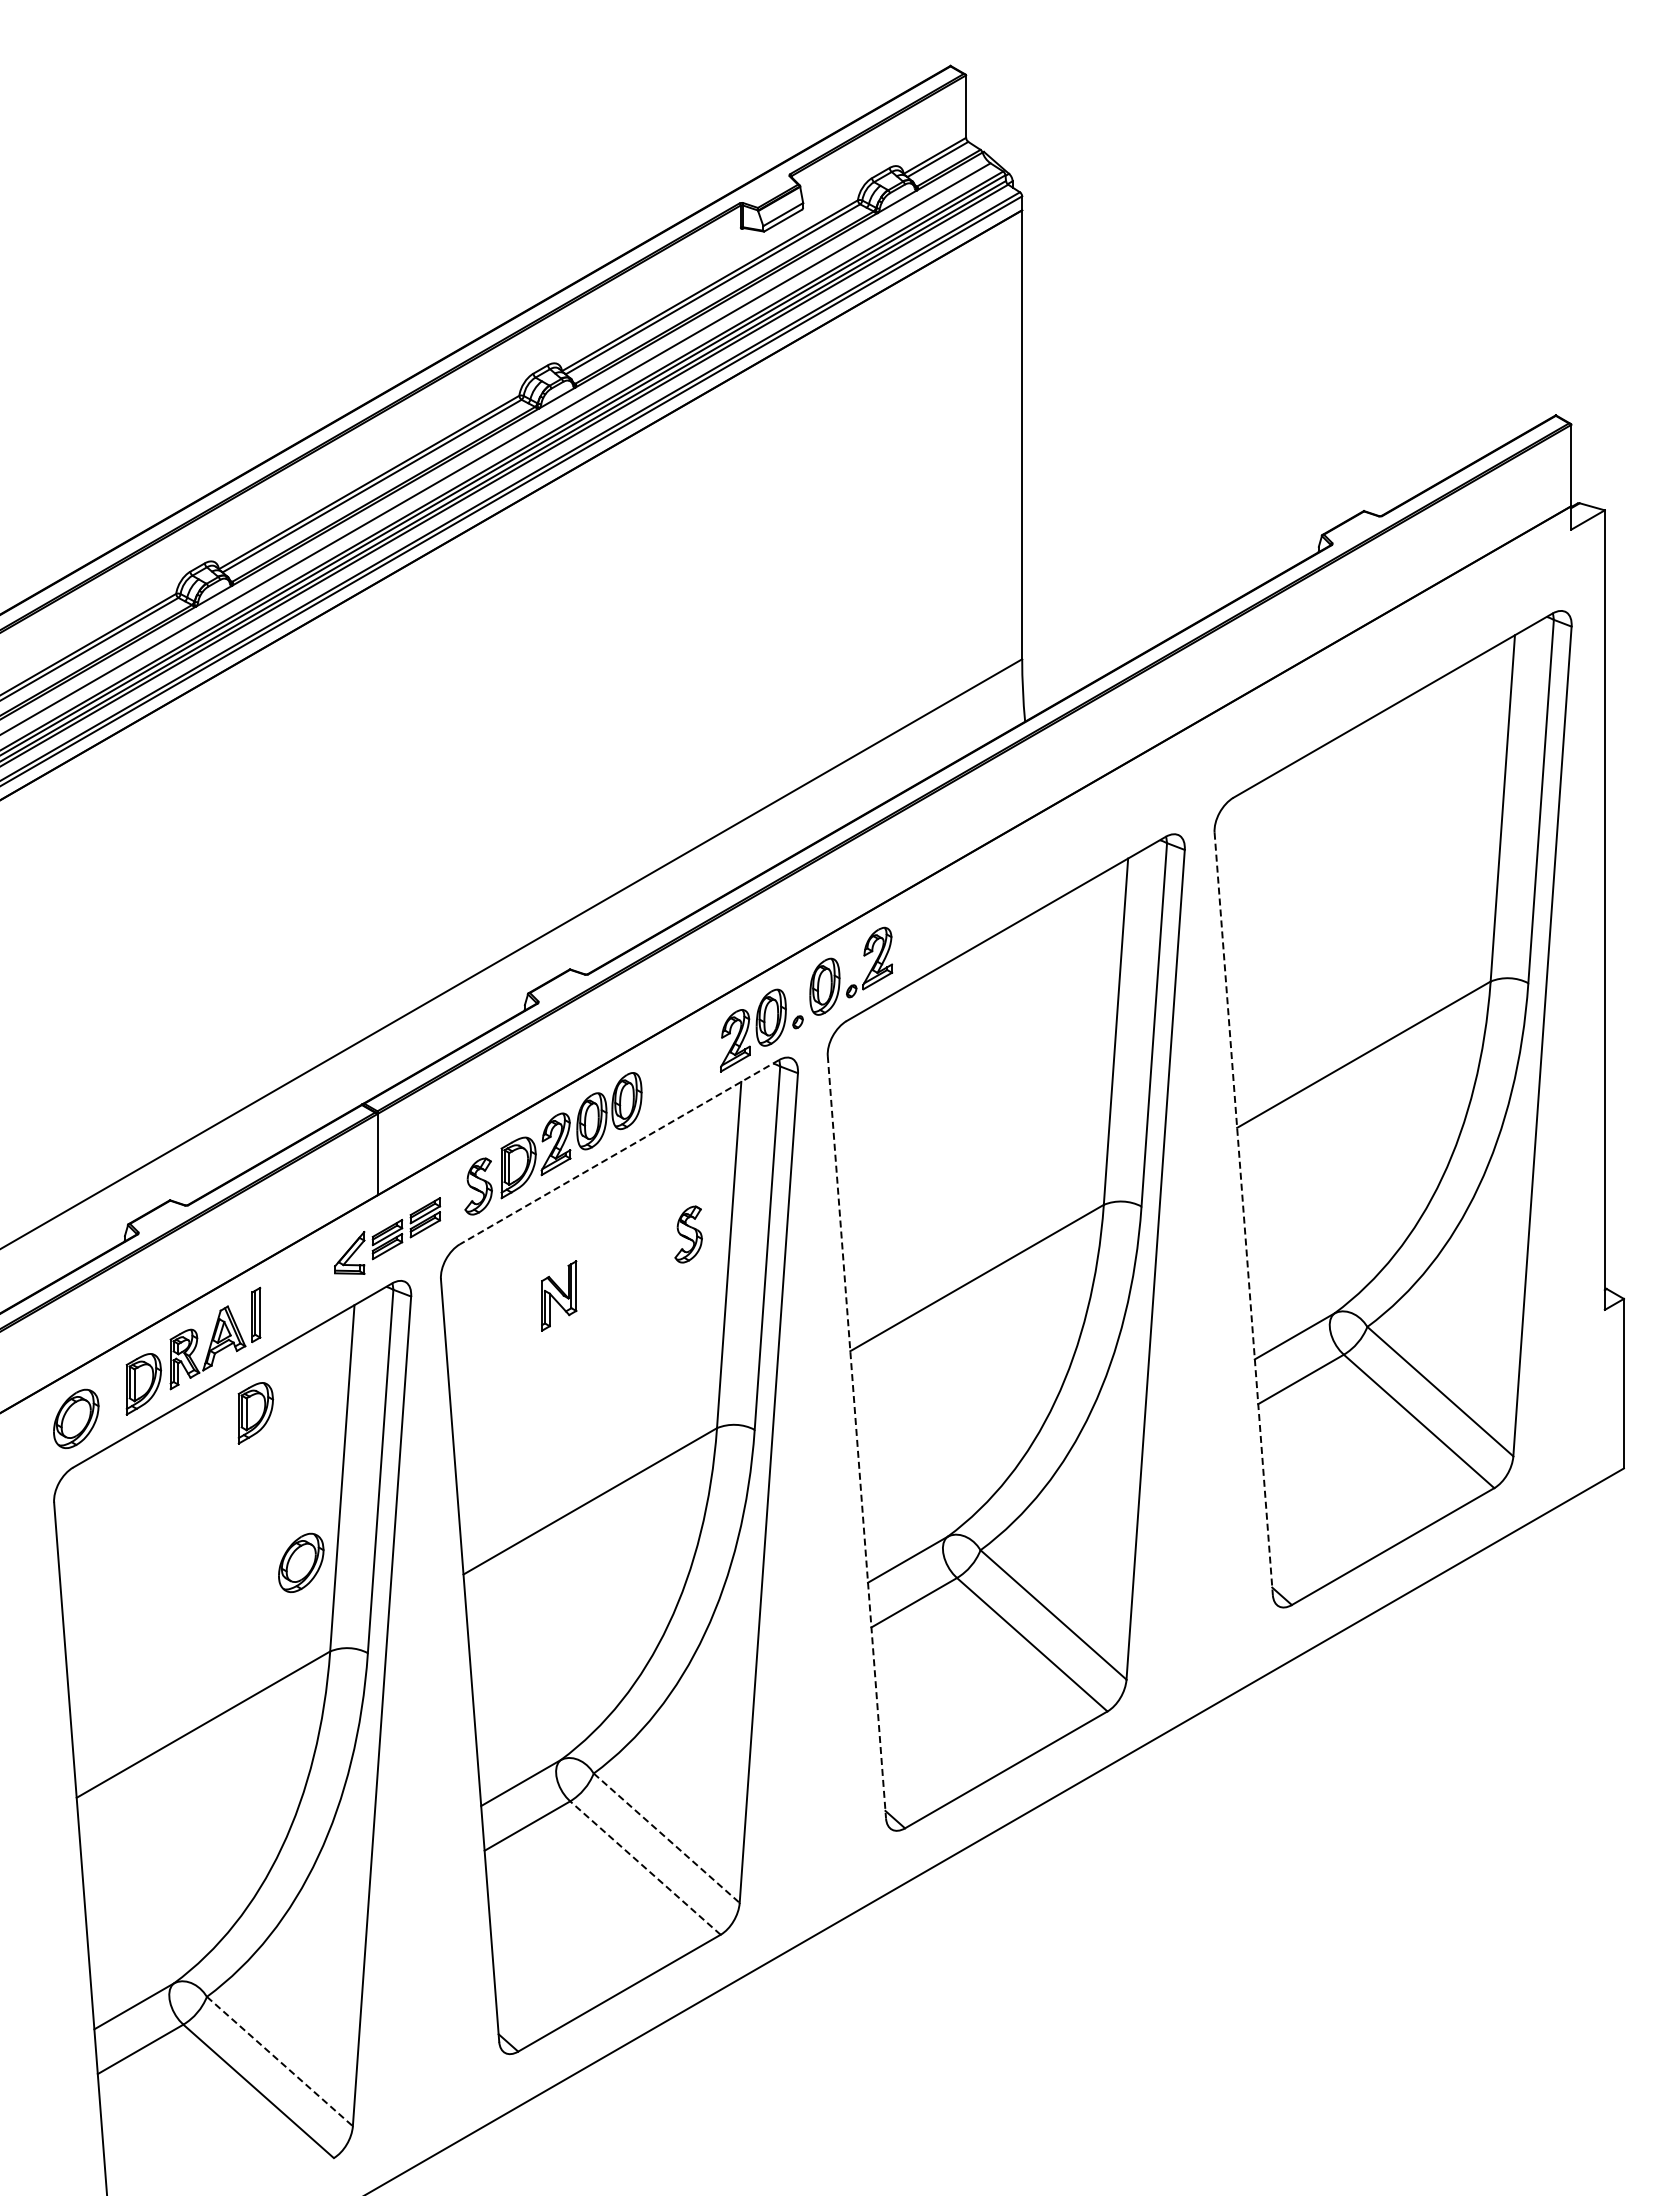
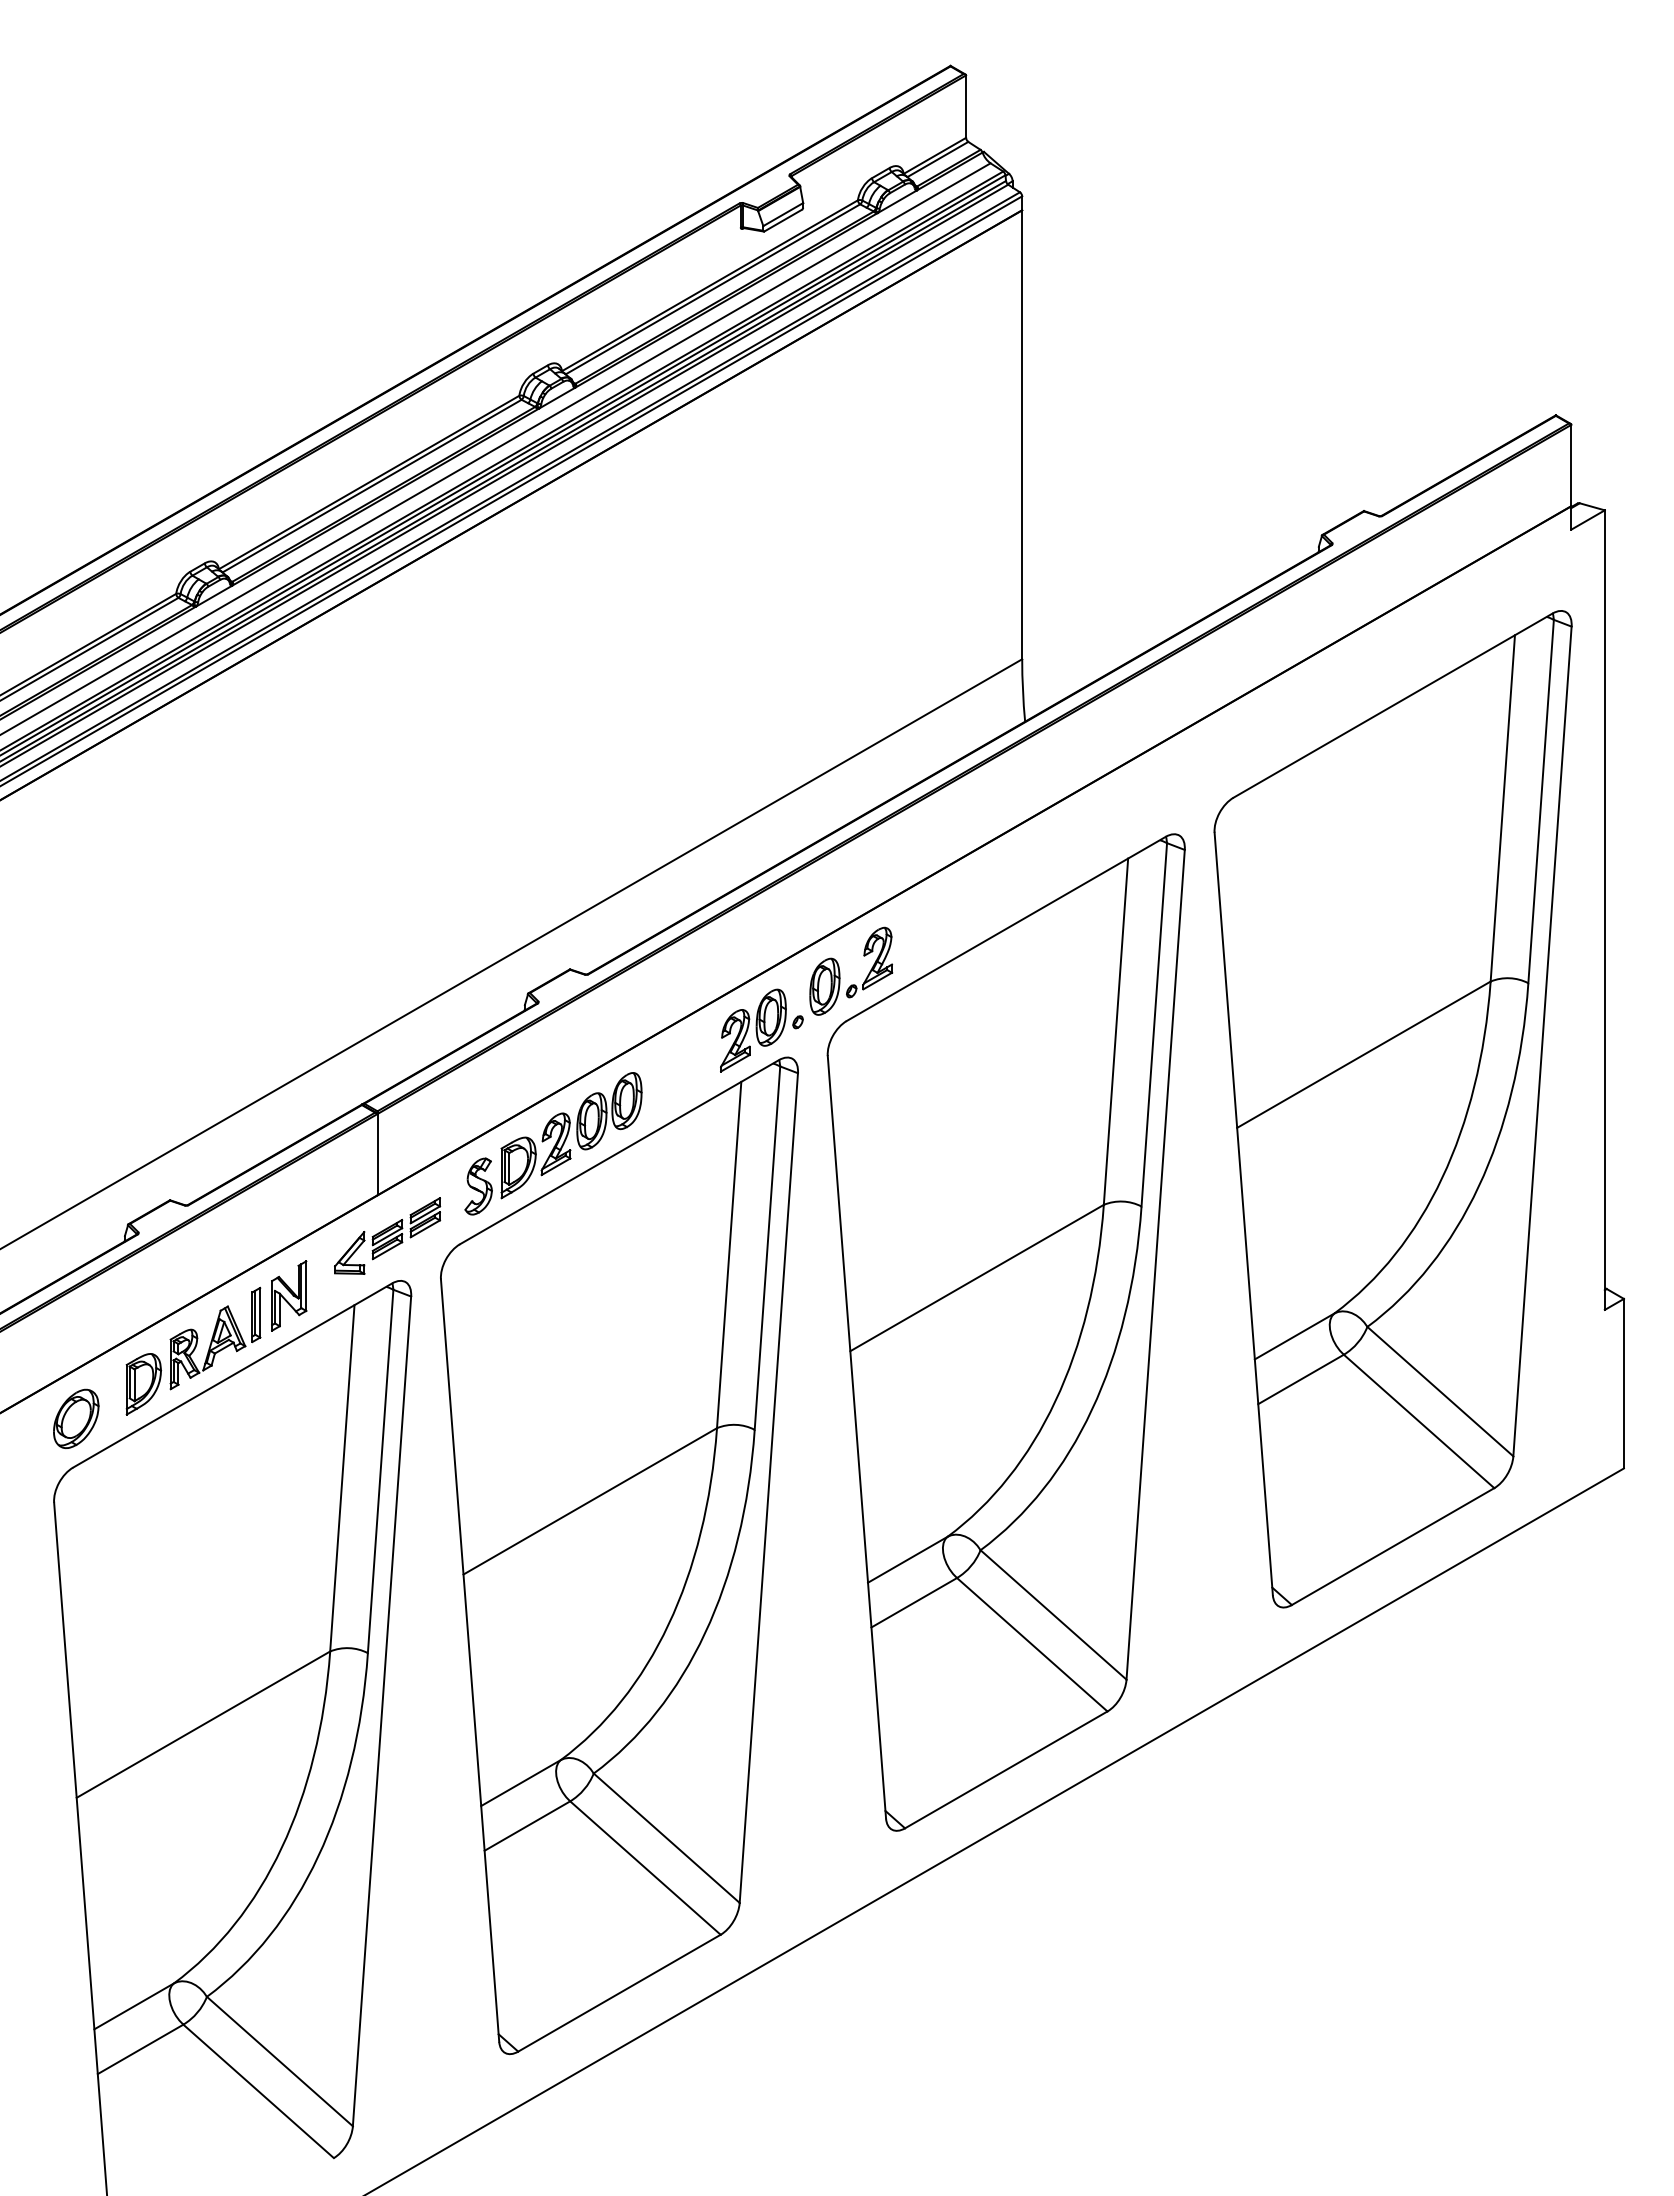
line at (619, 1152): dashed -> solid
line at (1243, 1214): dashed -> solid
part at (688, 1234): present -> none
part at (559, 1295) position: (559, 1295) -> (289, 1295)
part at (255, 1413): present -> none
line at (856, 1437): dashed -> solid
part at (301, 1562): present -> none
line at (666, 1838): dashed -> solid
line at (645, 1868): dashed -> solid
line at (279, 2061): dashed -> solid
